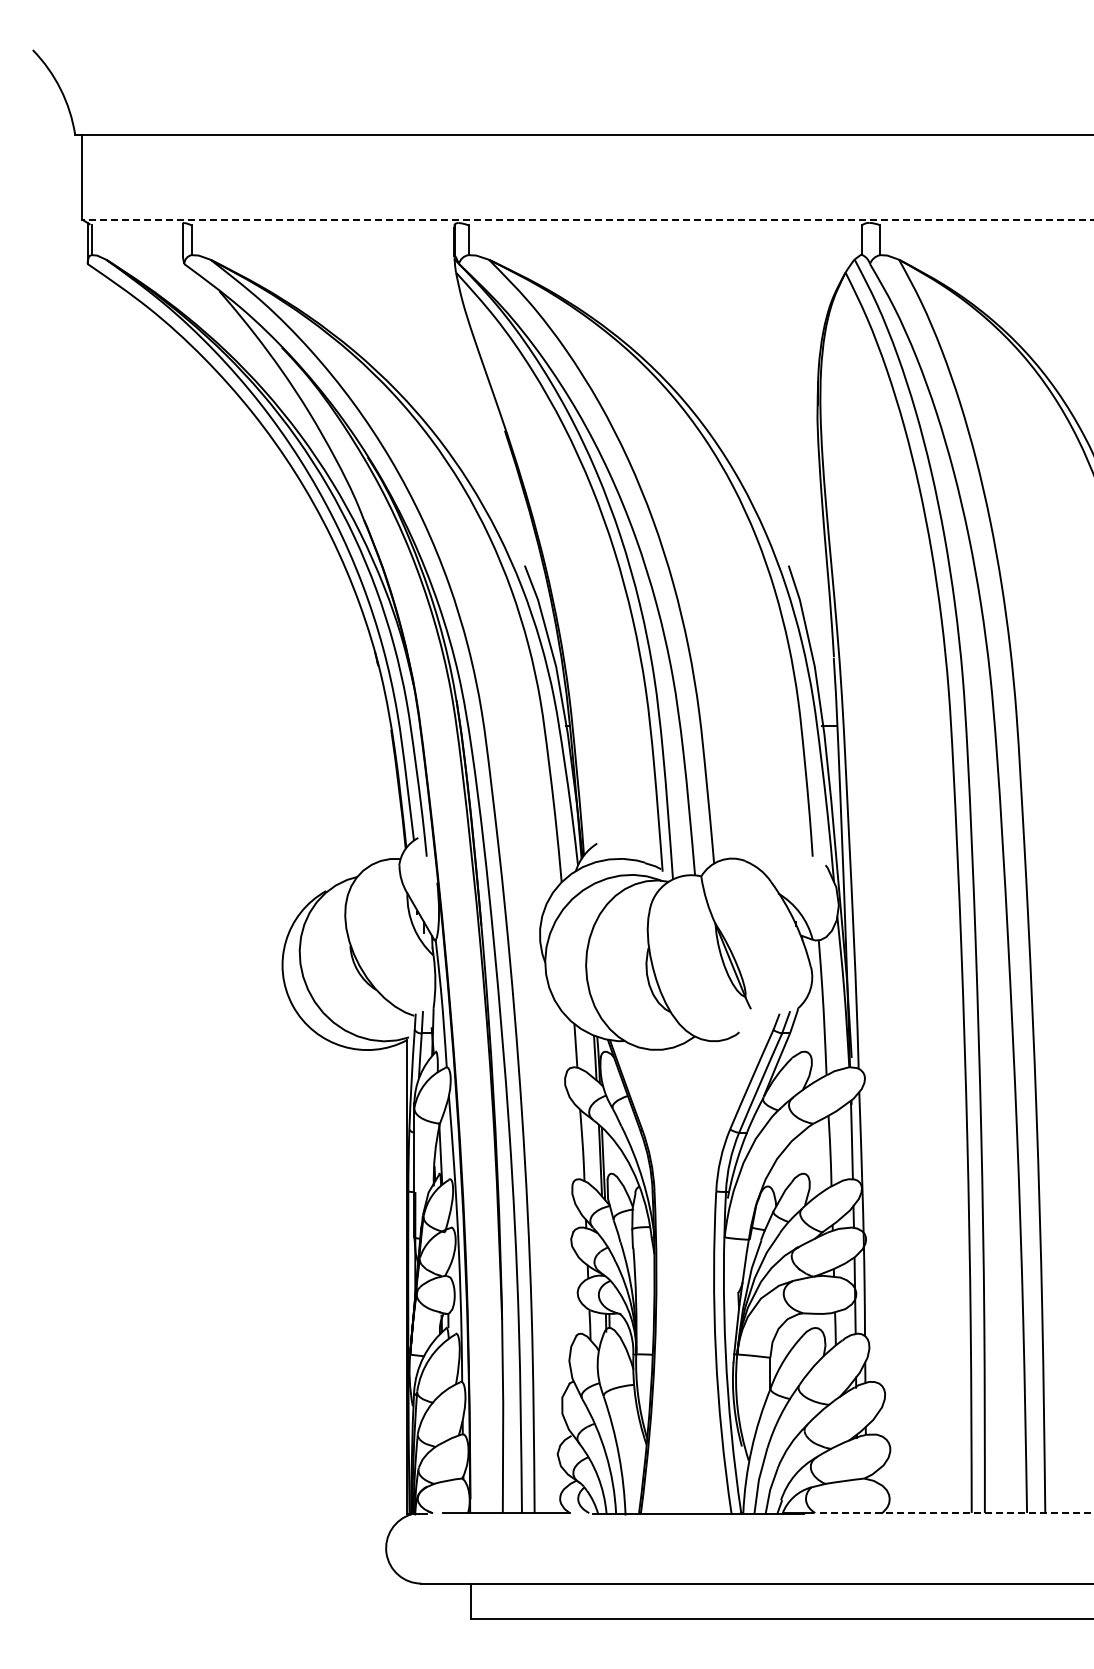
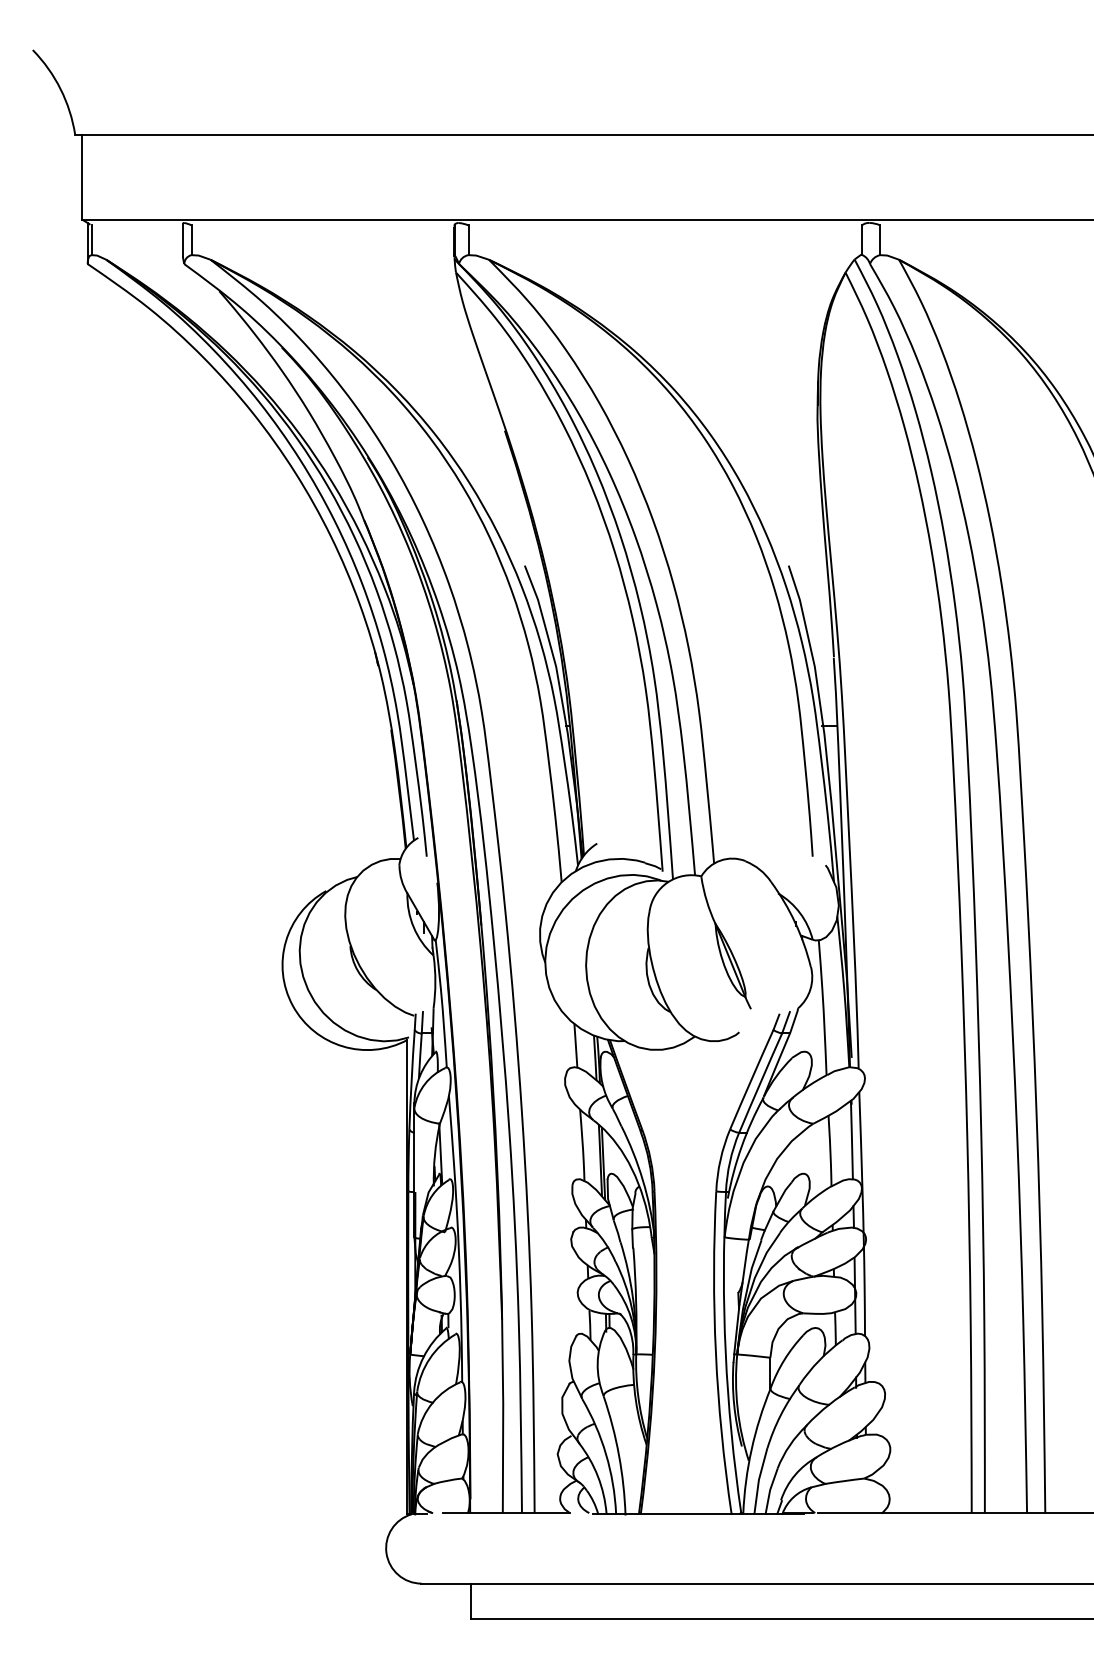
line at (588, 219): dashed -> solid
line at (955, 1512): dashed -> solid
